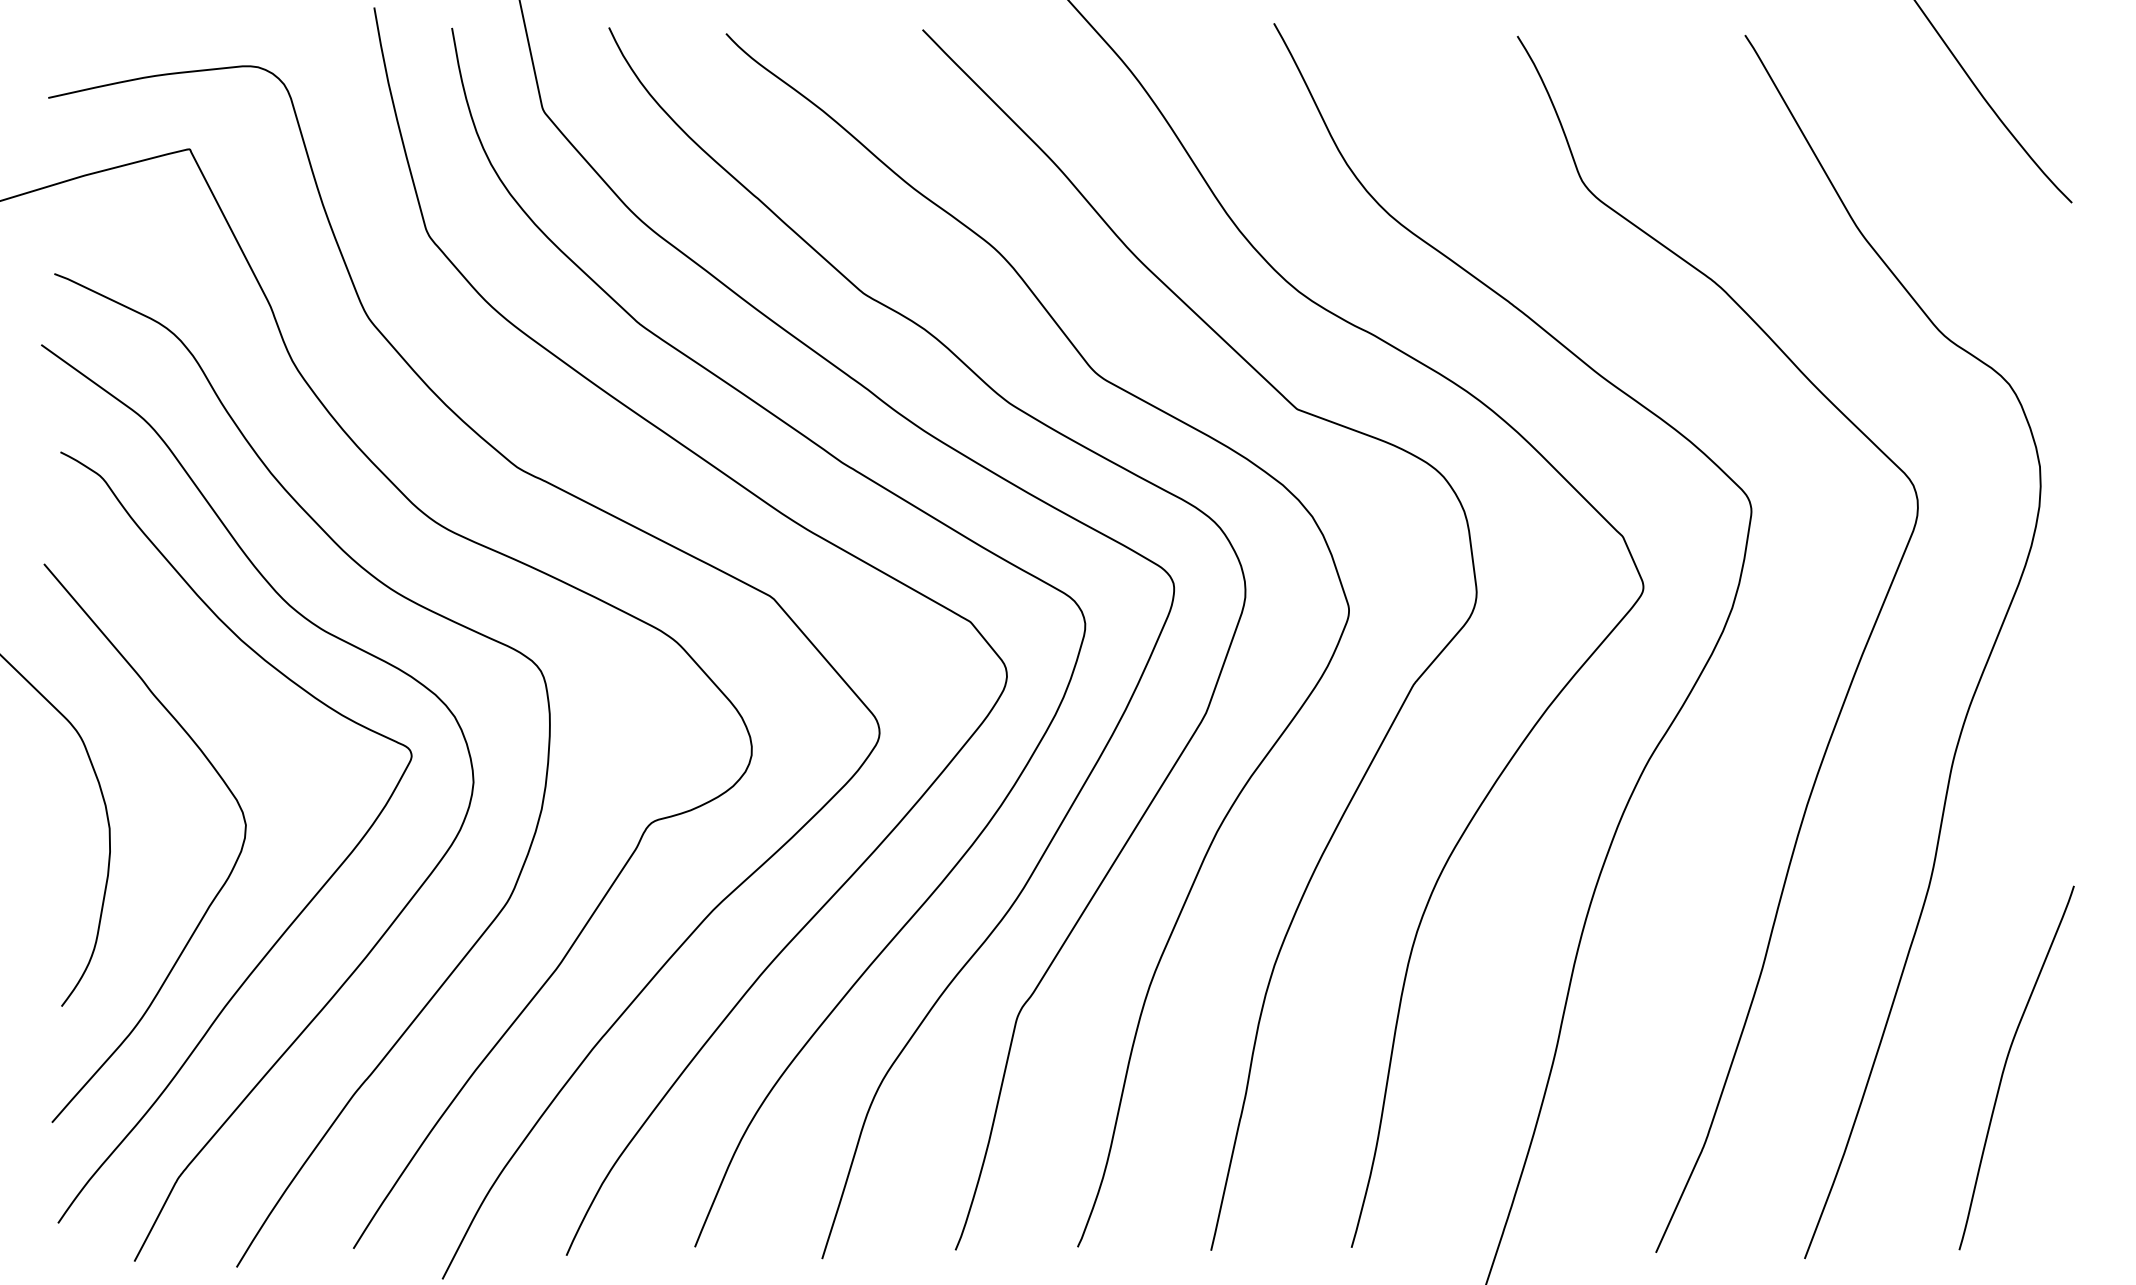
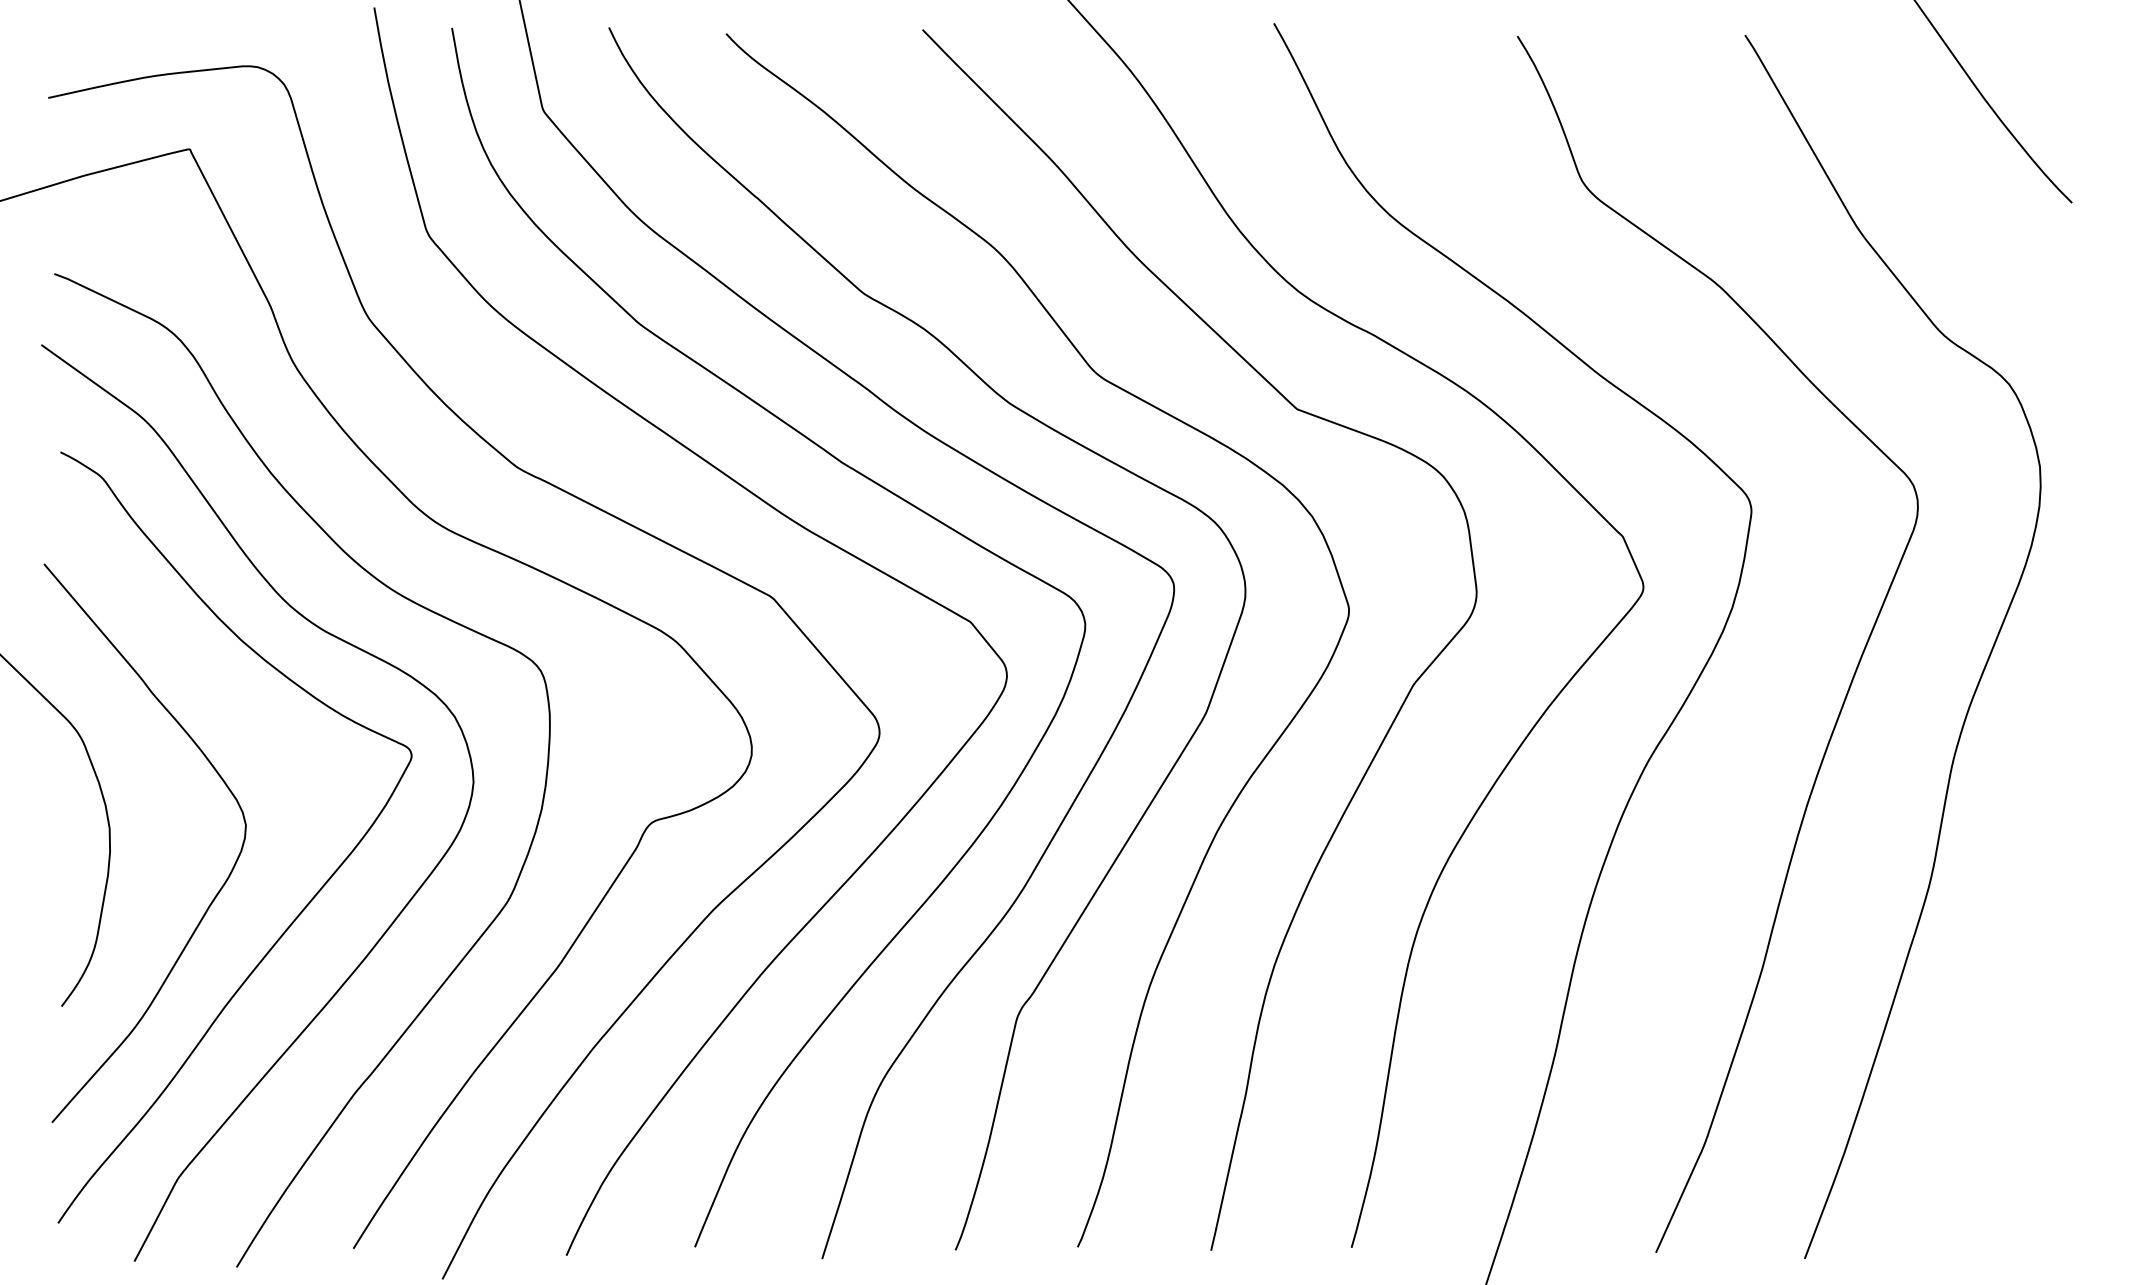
curve at (2006, 1064): present -> none
